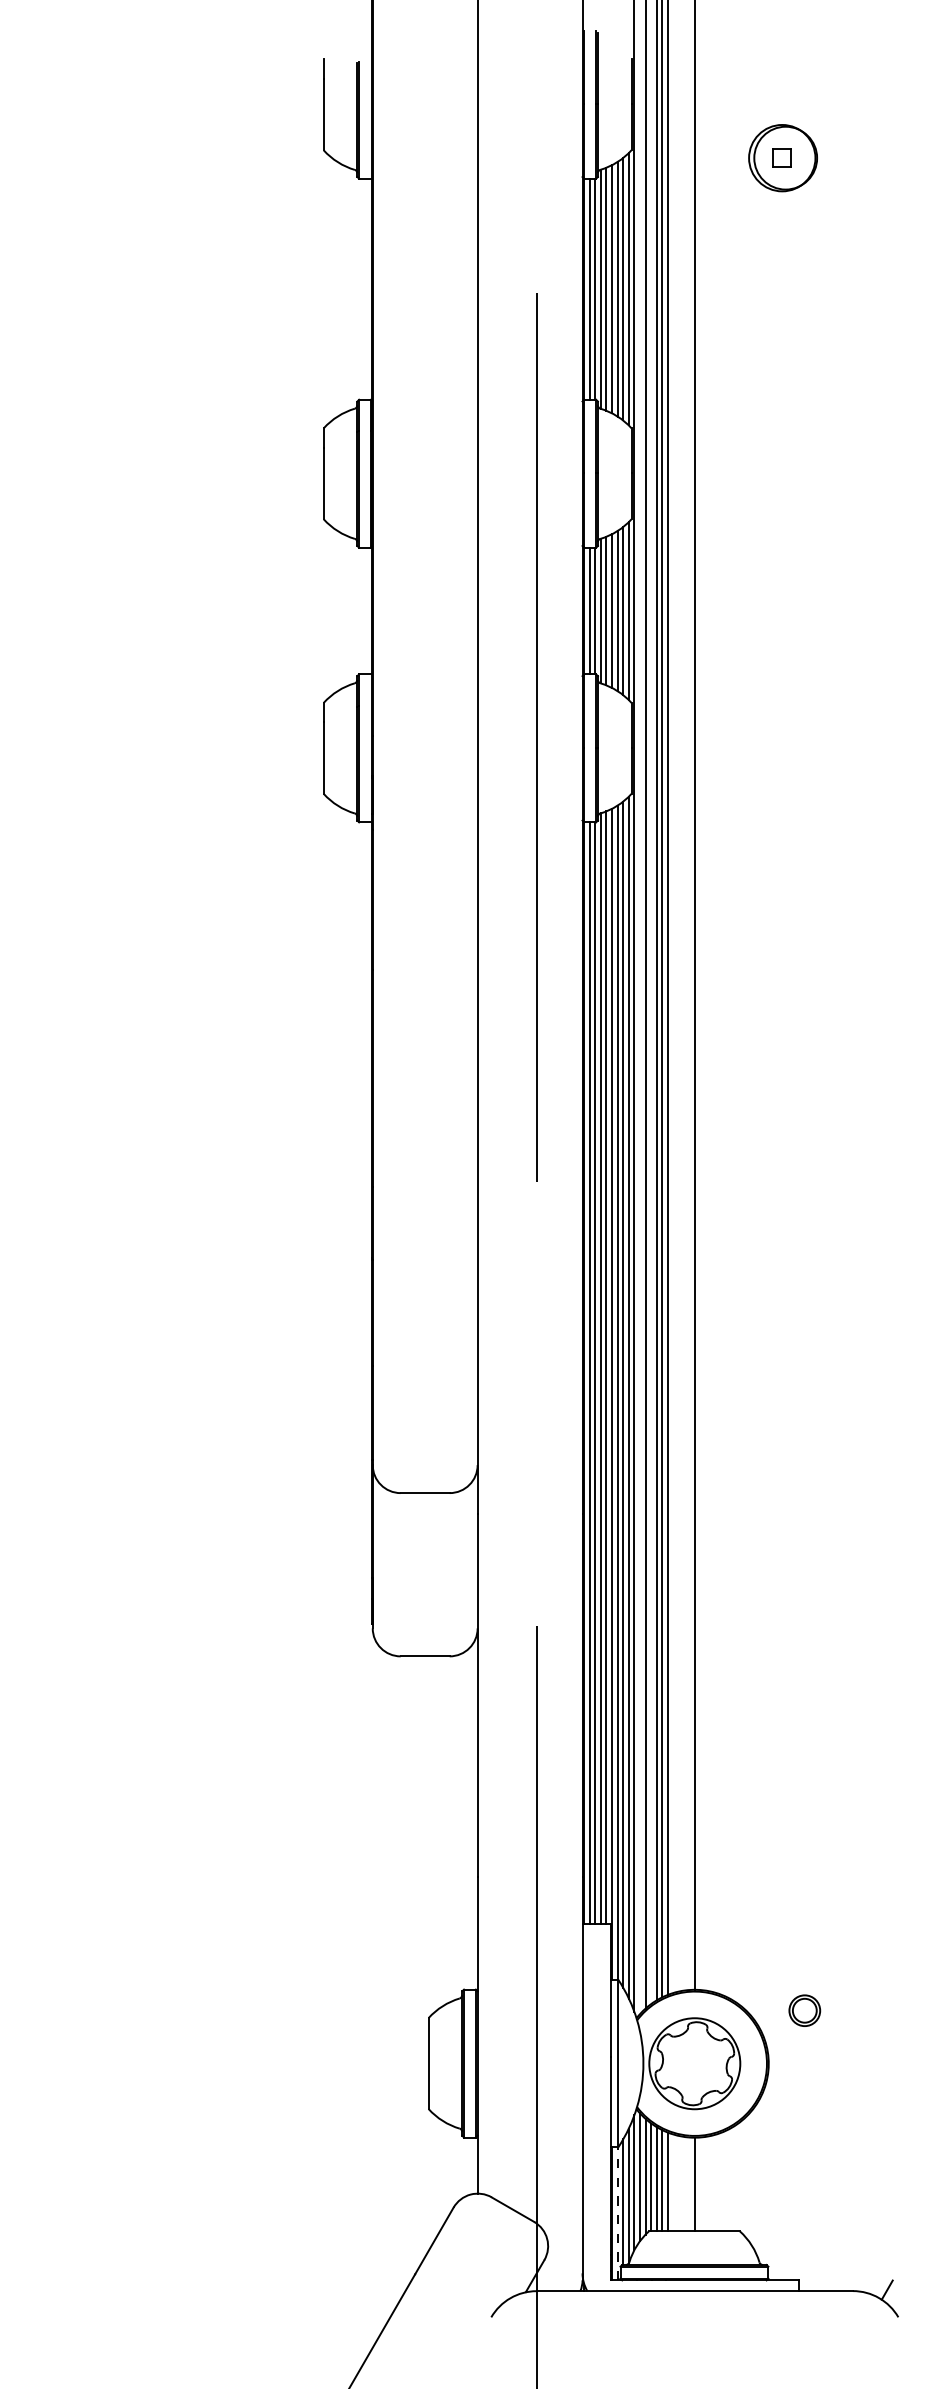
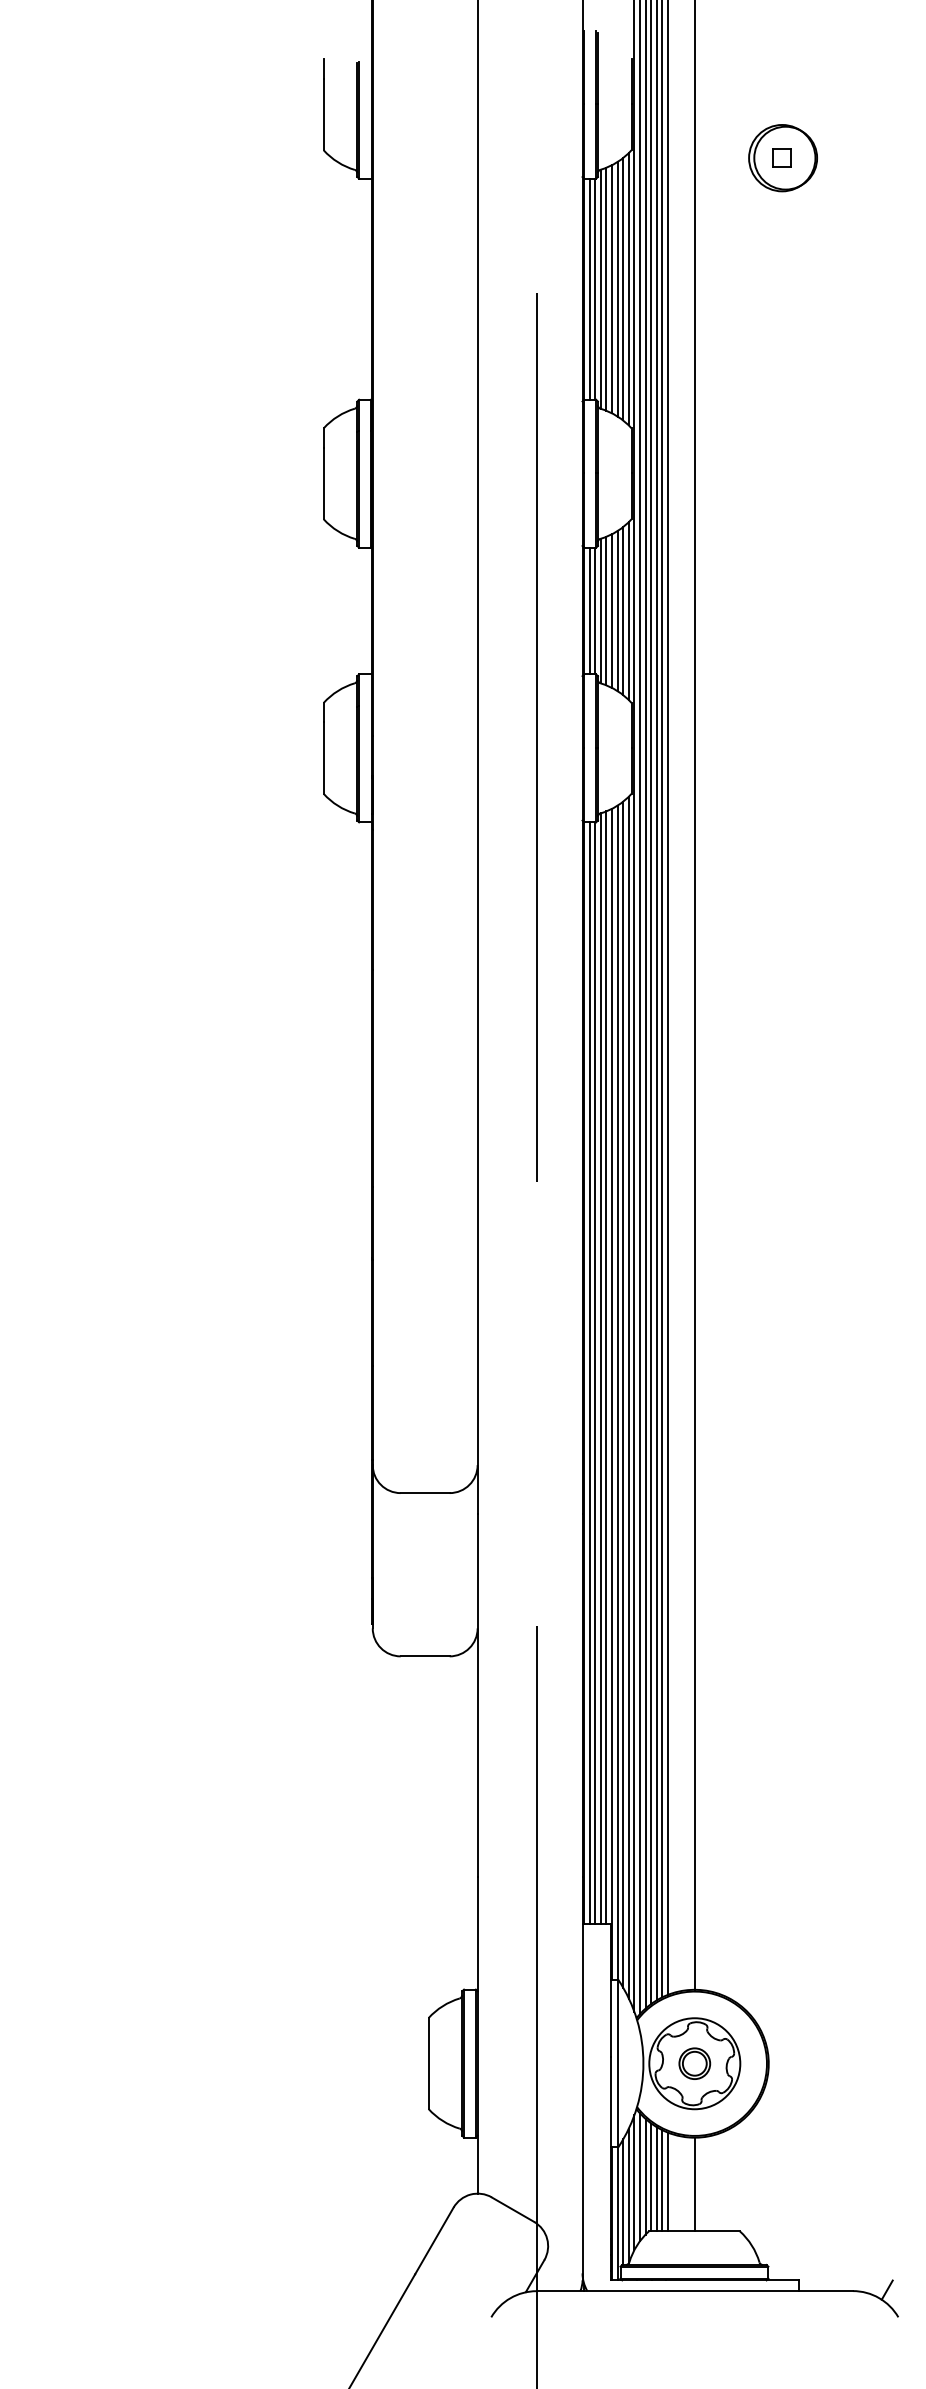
line at (651, 1003): none -> present
line at (639, 1008): none -> present
part at (804, 2010) position: (804, 2010) -> (694, 2063)
line at (617, 2213): dashed -> solid
